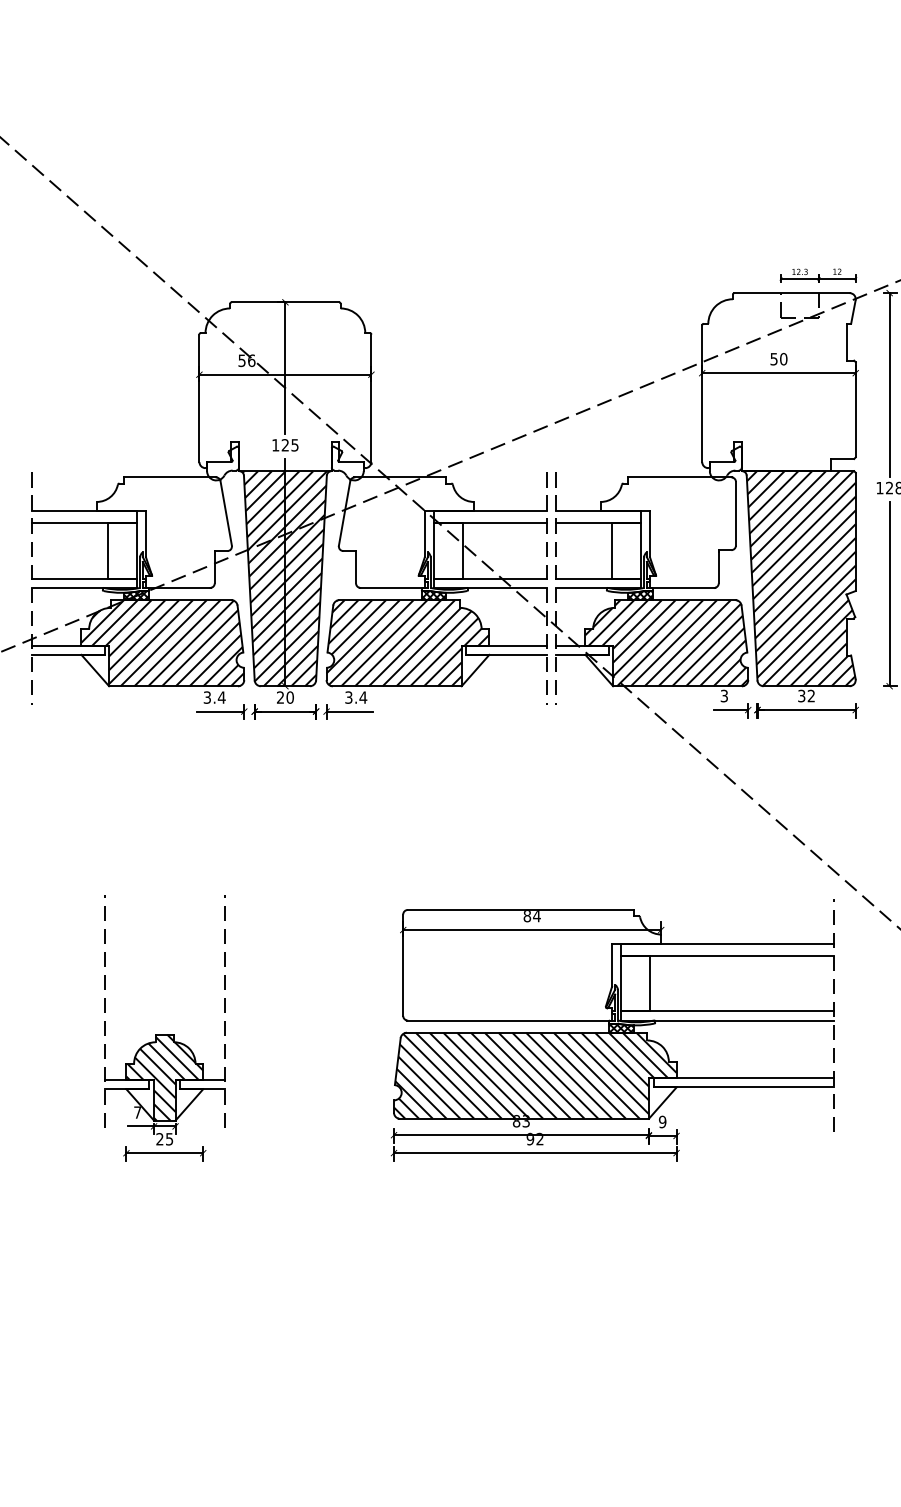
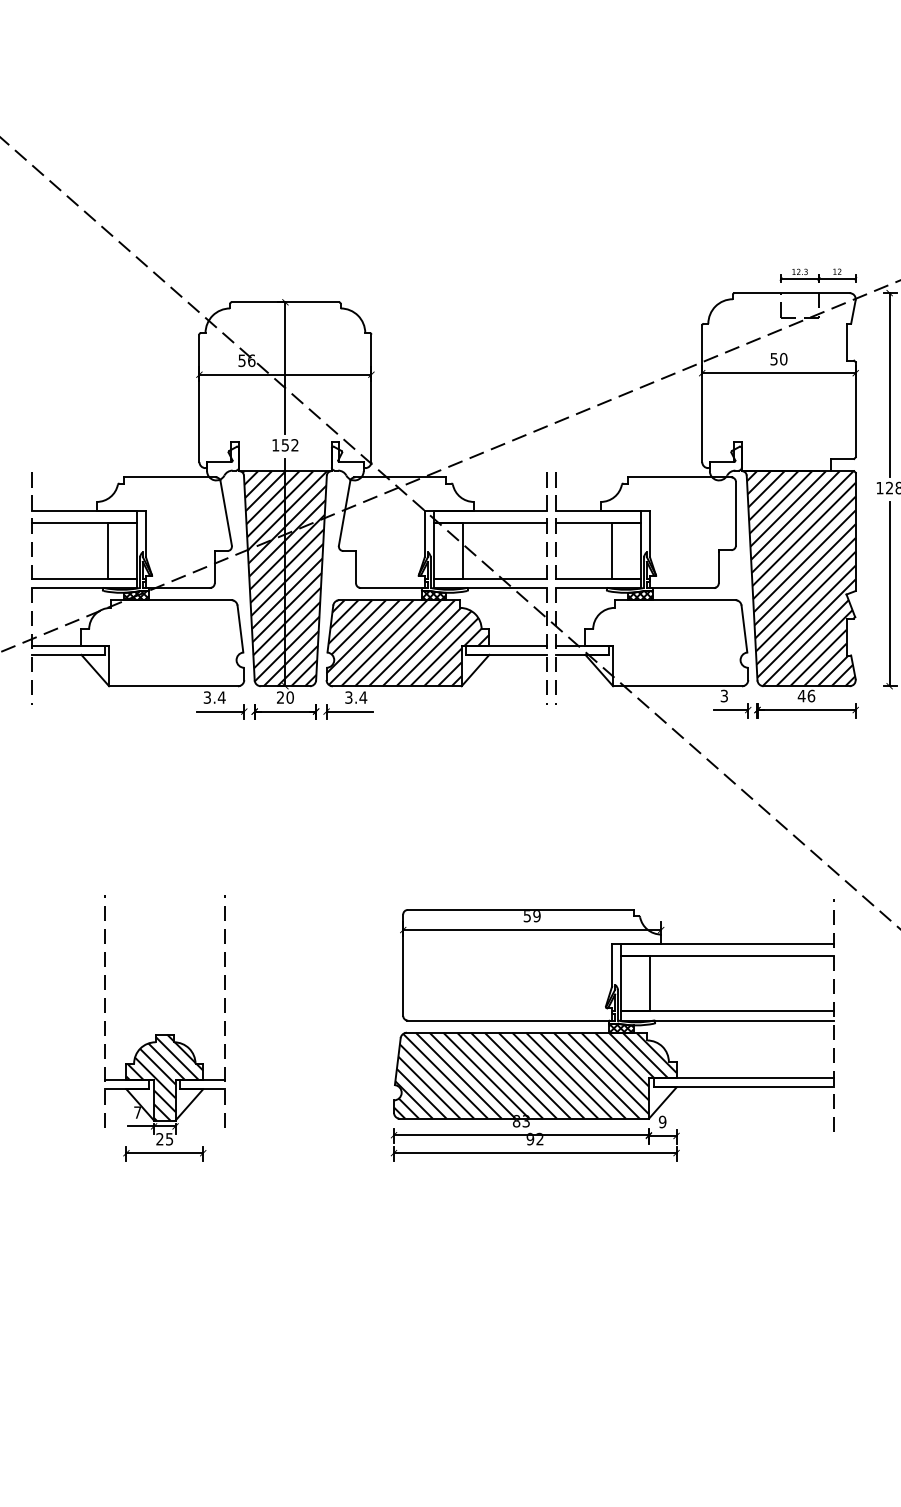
text at (289, 445): 125 -> 152
hatch at (162, 643): present -> none
hatch at (666, 643): present -> none
text at (806, 695): 32 -> 46
text at (531, 916): 84 -> 59
